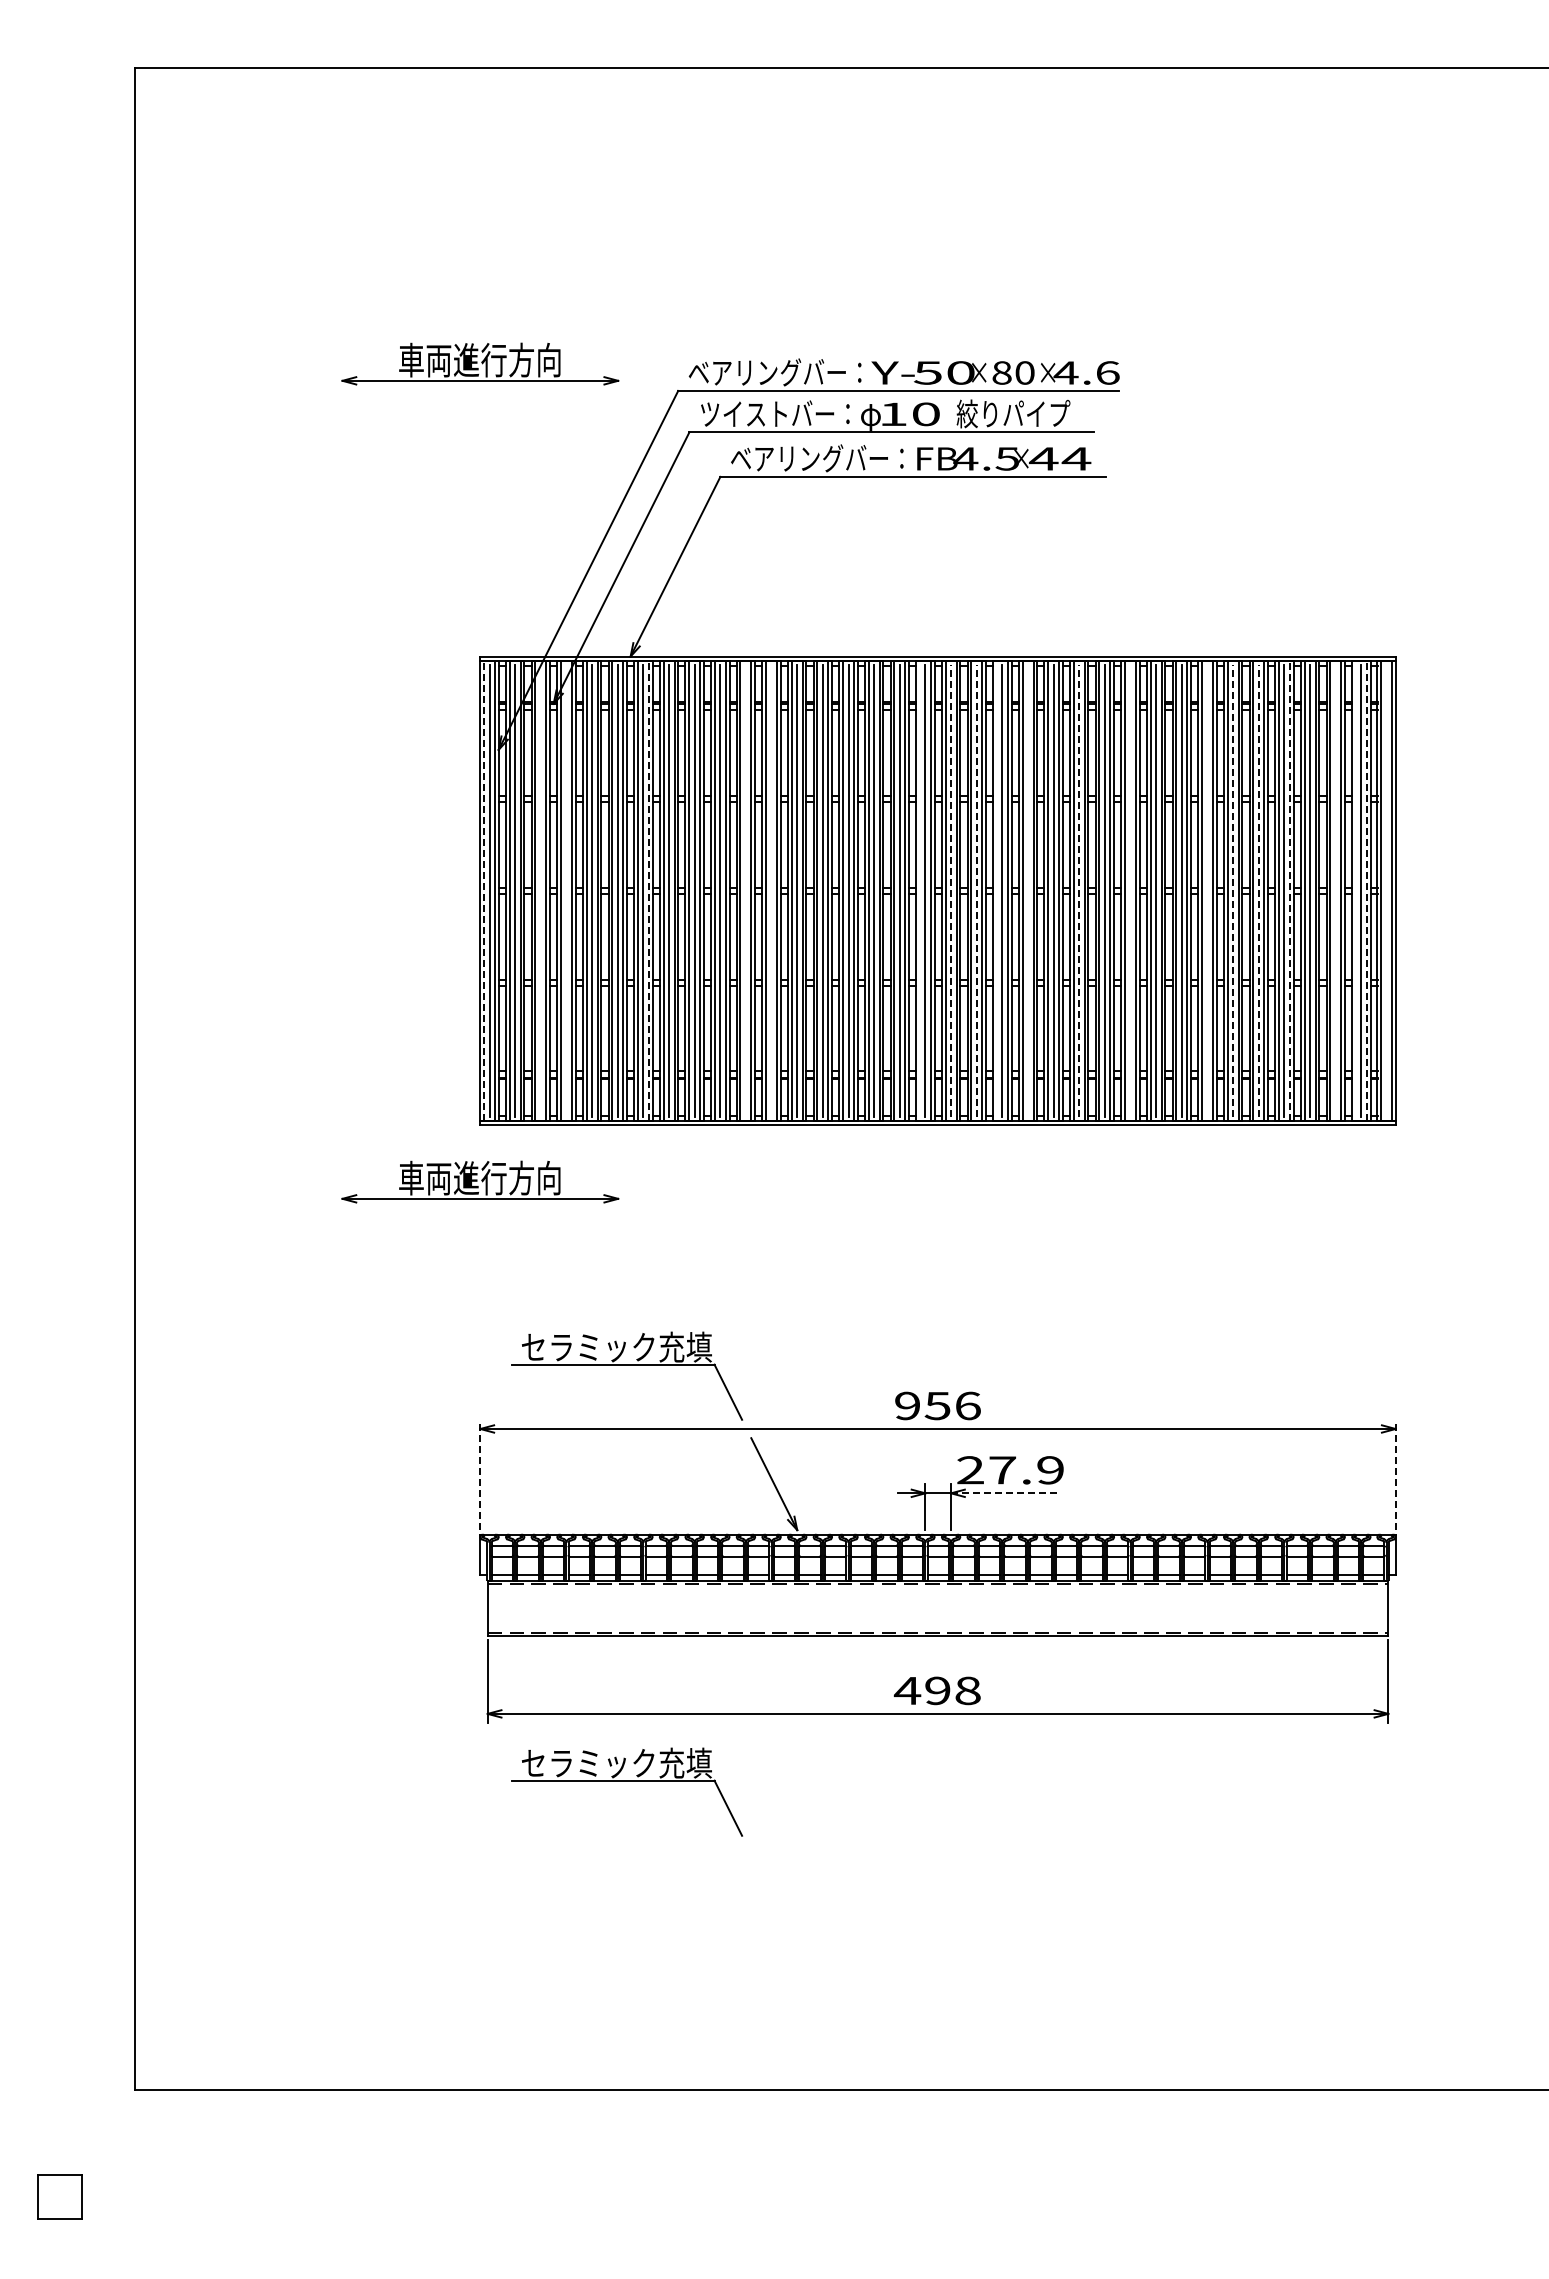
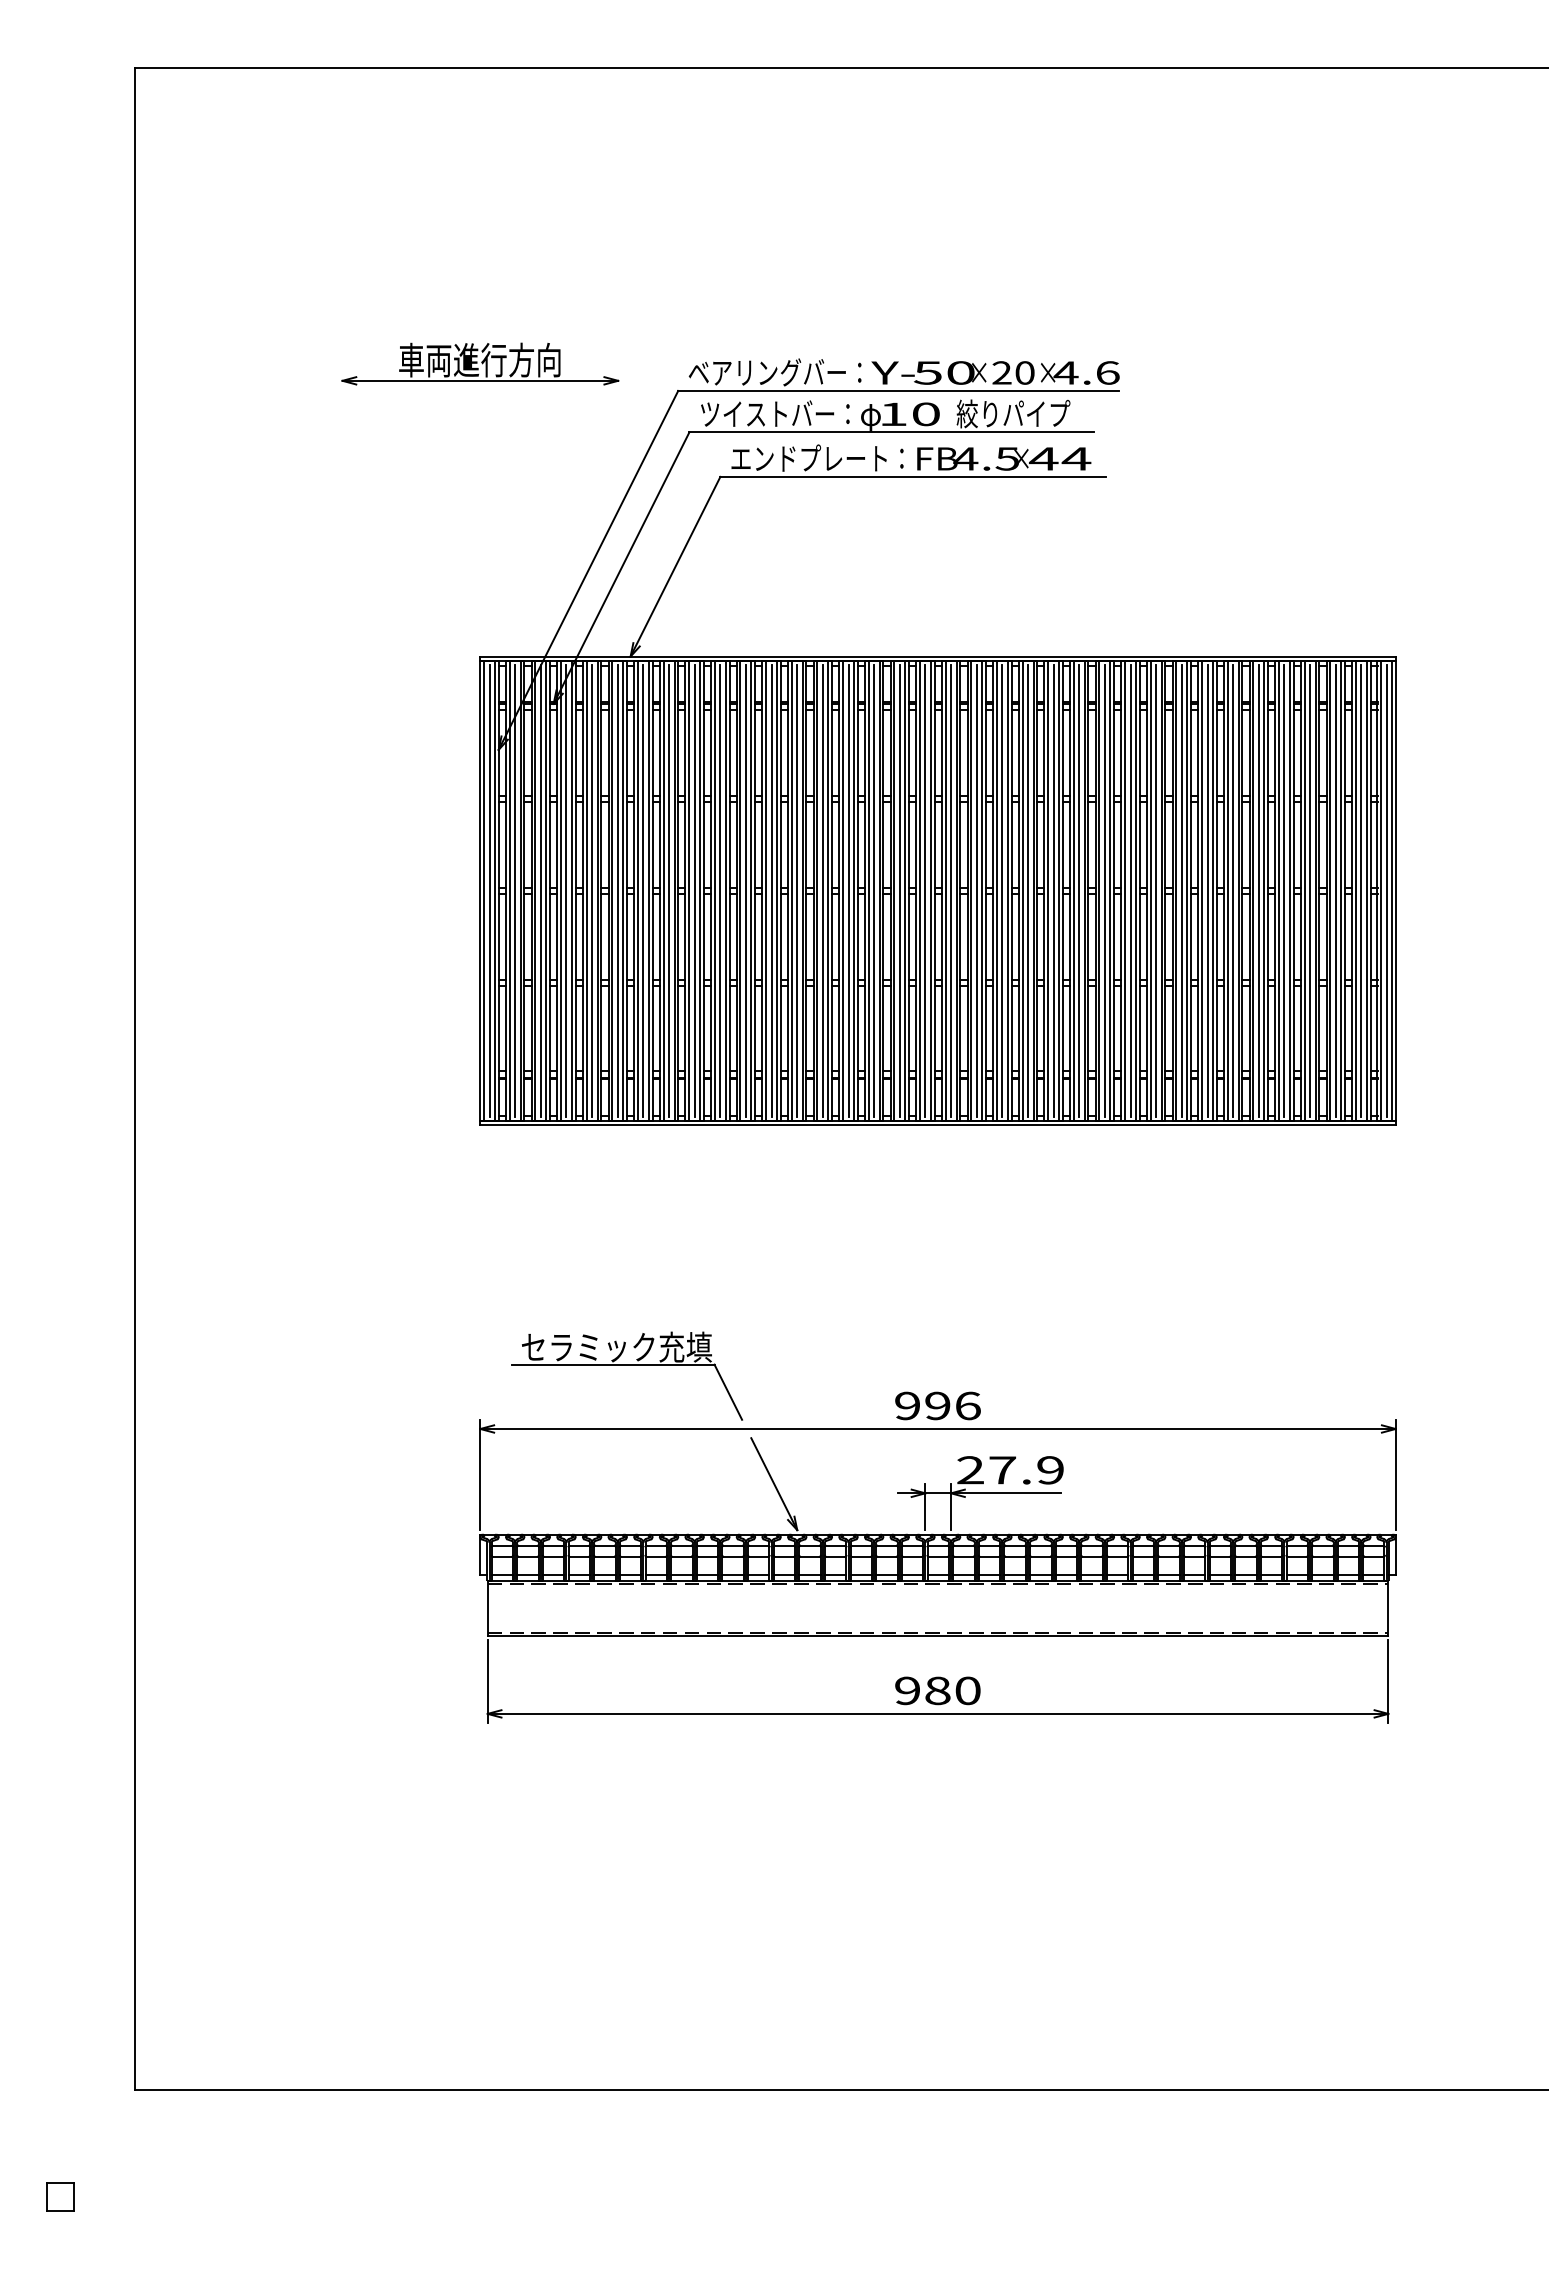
text at (1001, 372): 80 -> 20
text at (809, 458): ベアリングバー： -> エンドプレート：
line at (484, 890): dashed -> solid
line at (540, 890): none -> present
line at (566, 890): none -> present
line at (648, 890): dashed -> solid
line at (745, 890): none -> present
line at (771, 890): none -> present
line at (919, 890): none -> present
line at (951, 890): dashed -> solid
line at (976, 890): dashed -> solid
line at (996, 890): none -> present
line at (1028, 890): none -> present
line at (1079, 890): dashed -> solid
line at (1130, 890): none -> present
line at (1207, 890): none -> present
line at (1233, 890): dashed -> solid
line at (1258, 890): dashed -> solid
line at (1289, 890): dashed -> solid
line at (1335, 890): none -> present
line at (1355, 890): none -> present
line at (1366, 890): dashed -> solid
line at (1386, 890): none -> present
part at (480, 1181): present -> none
text at (937, 1405): 956 -> 996
line at (480, 1474): dashed -> solid
line at (1395, 1474): dashed -> solid
line at (1006, 1493): dashed -> solid
text at (936, 1690): 498 -> 980
part at (626, 1781): present -> none
part at (59, 2196) size: 46x46 px -> 29x30 px
